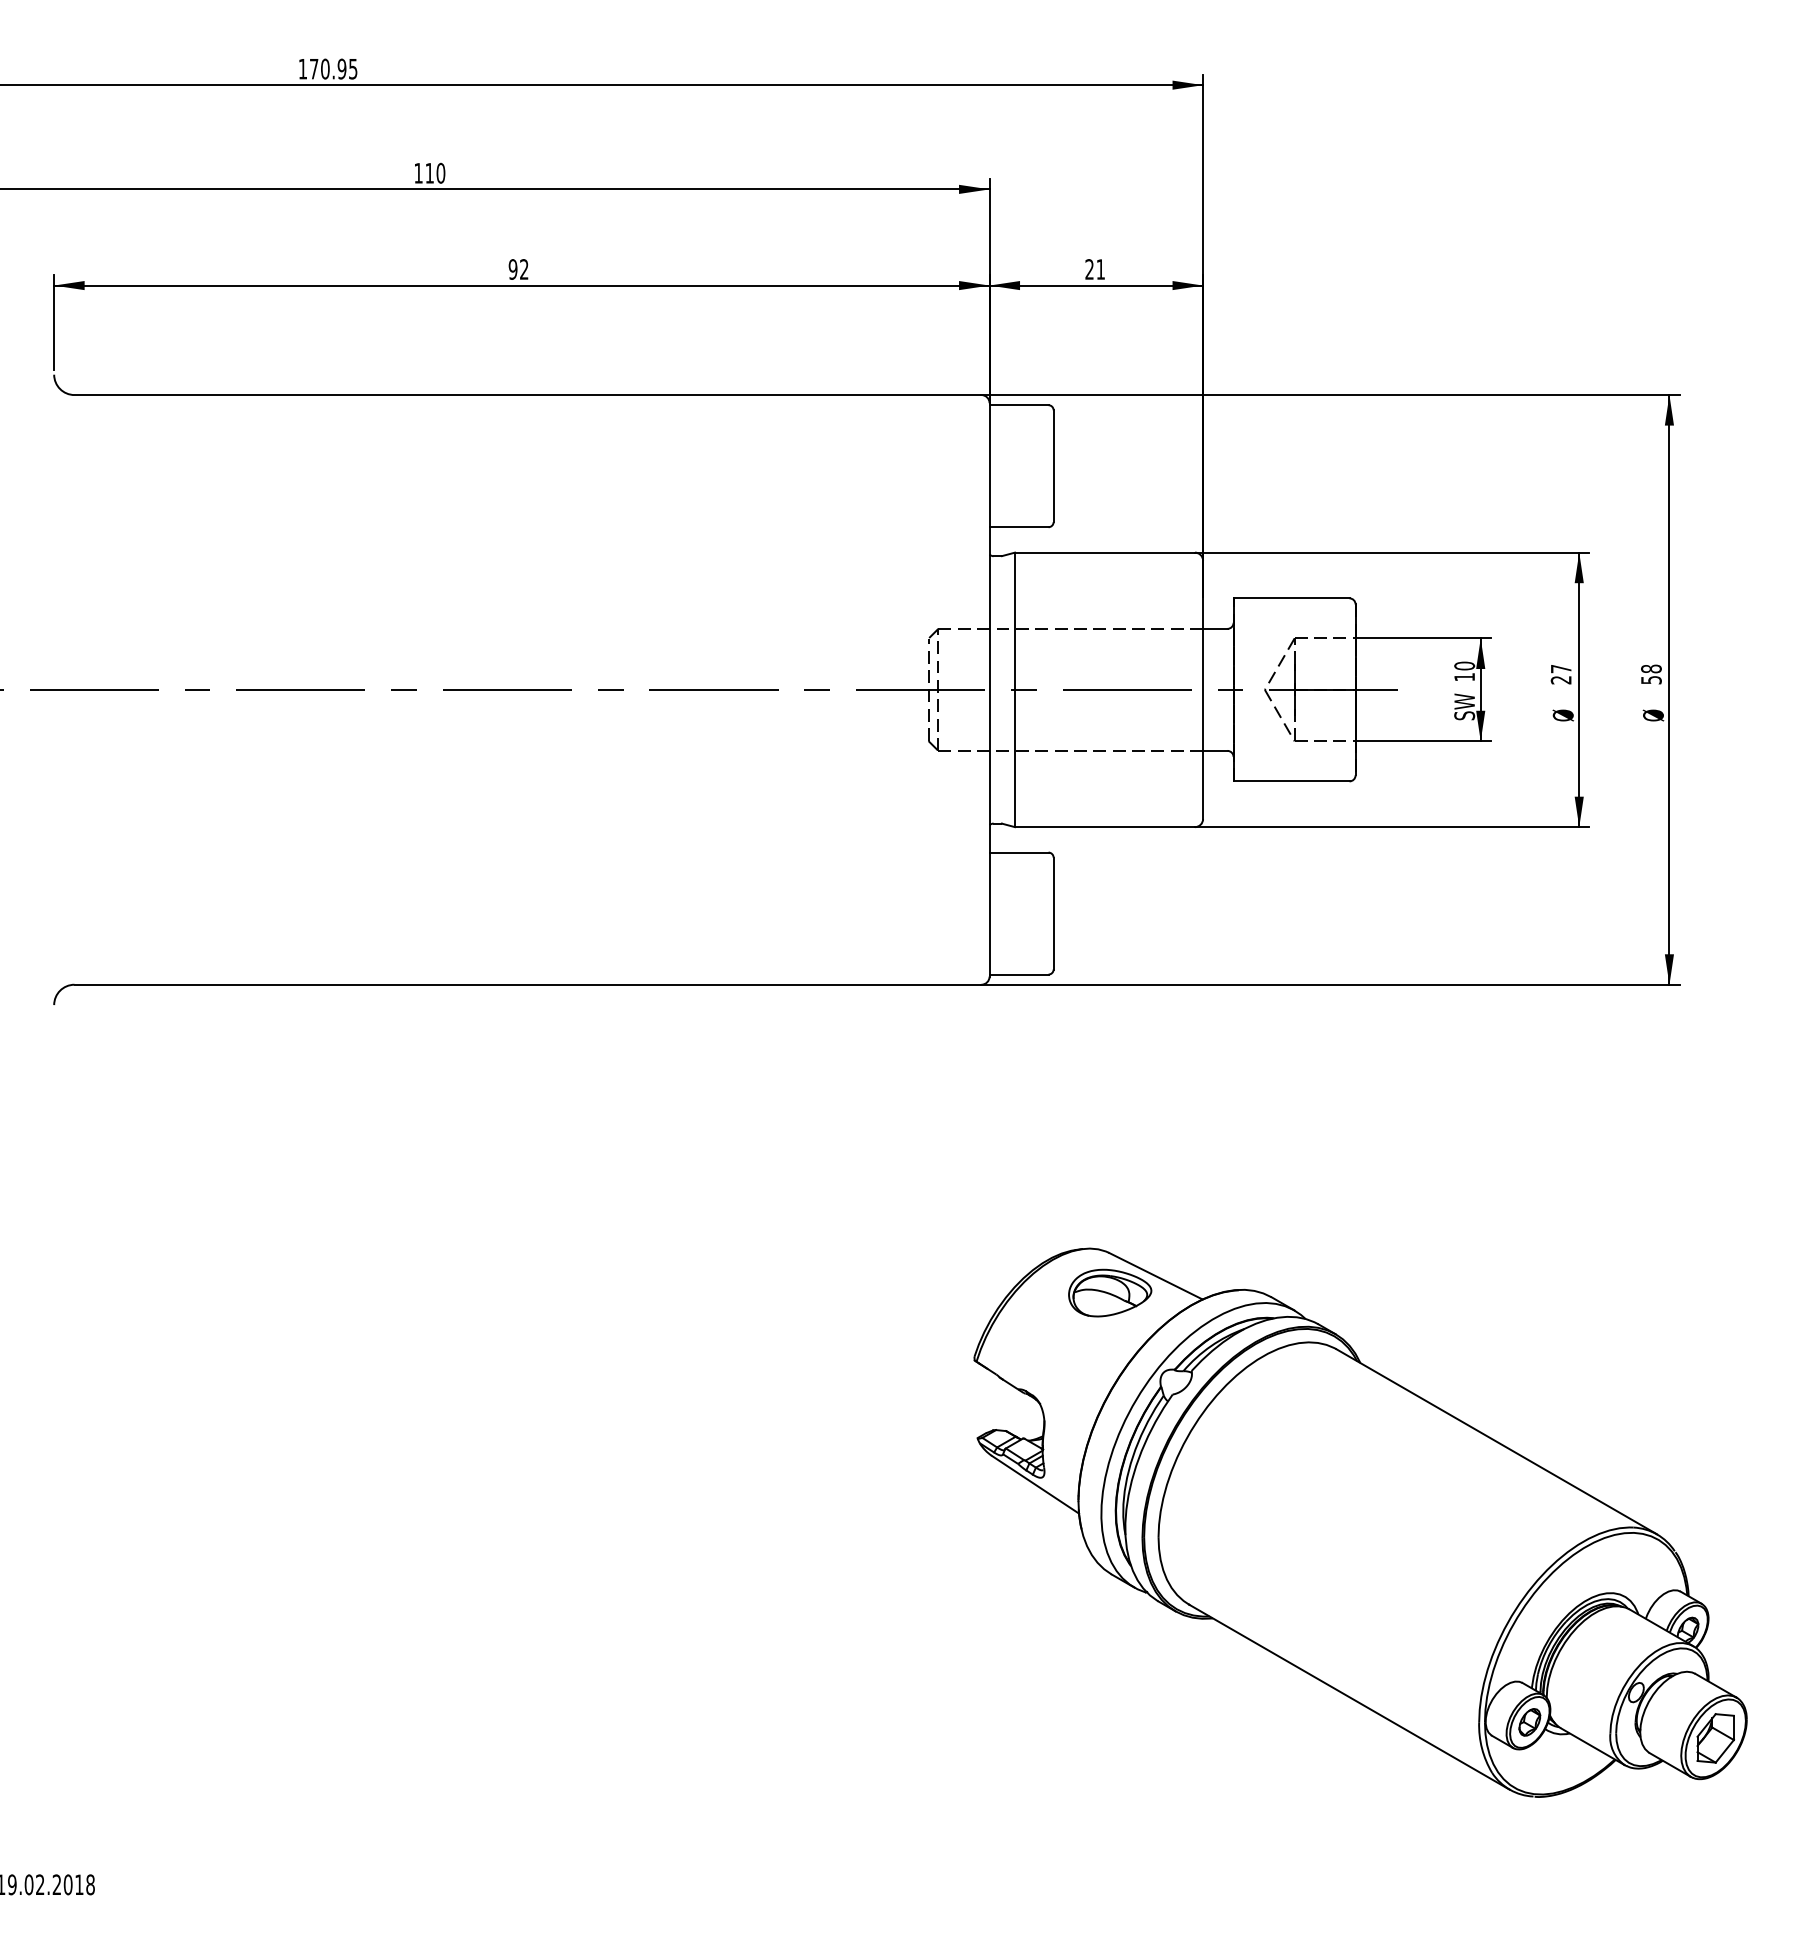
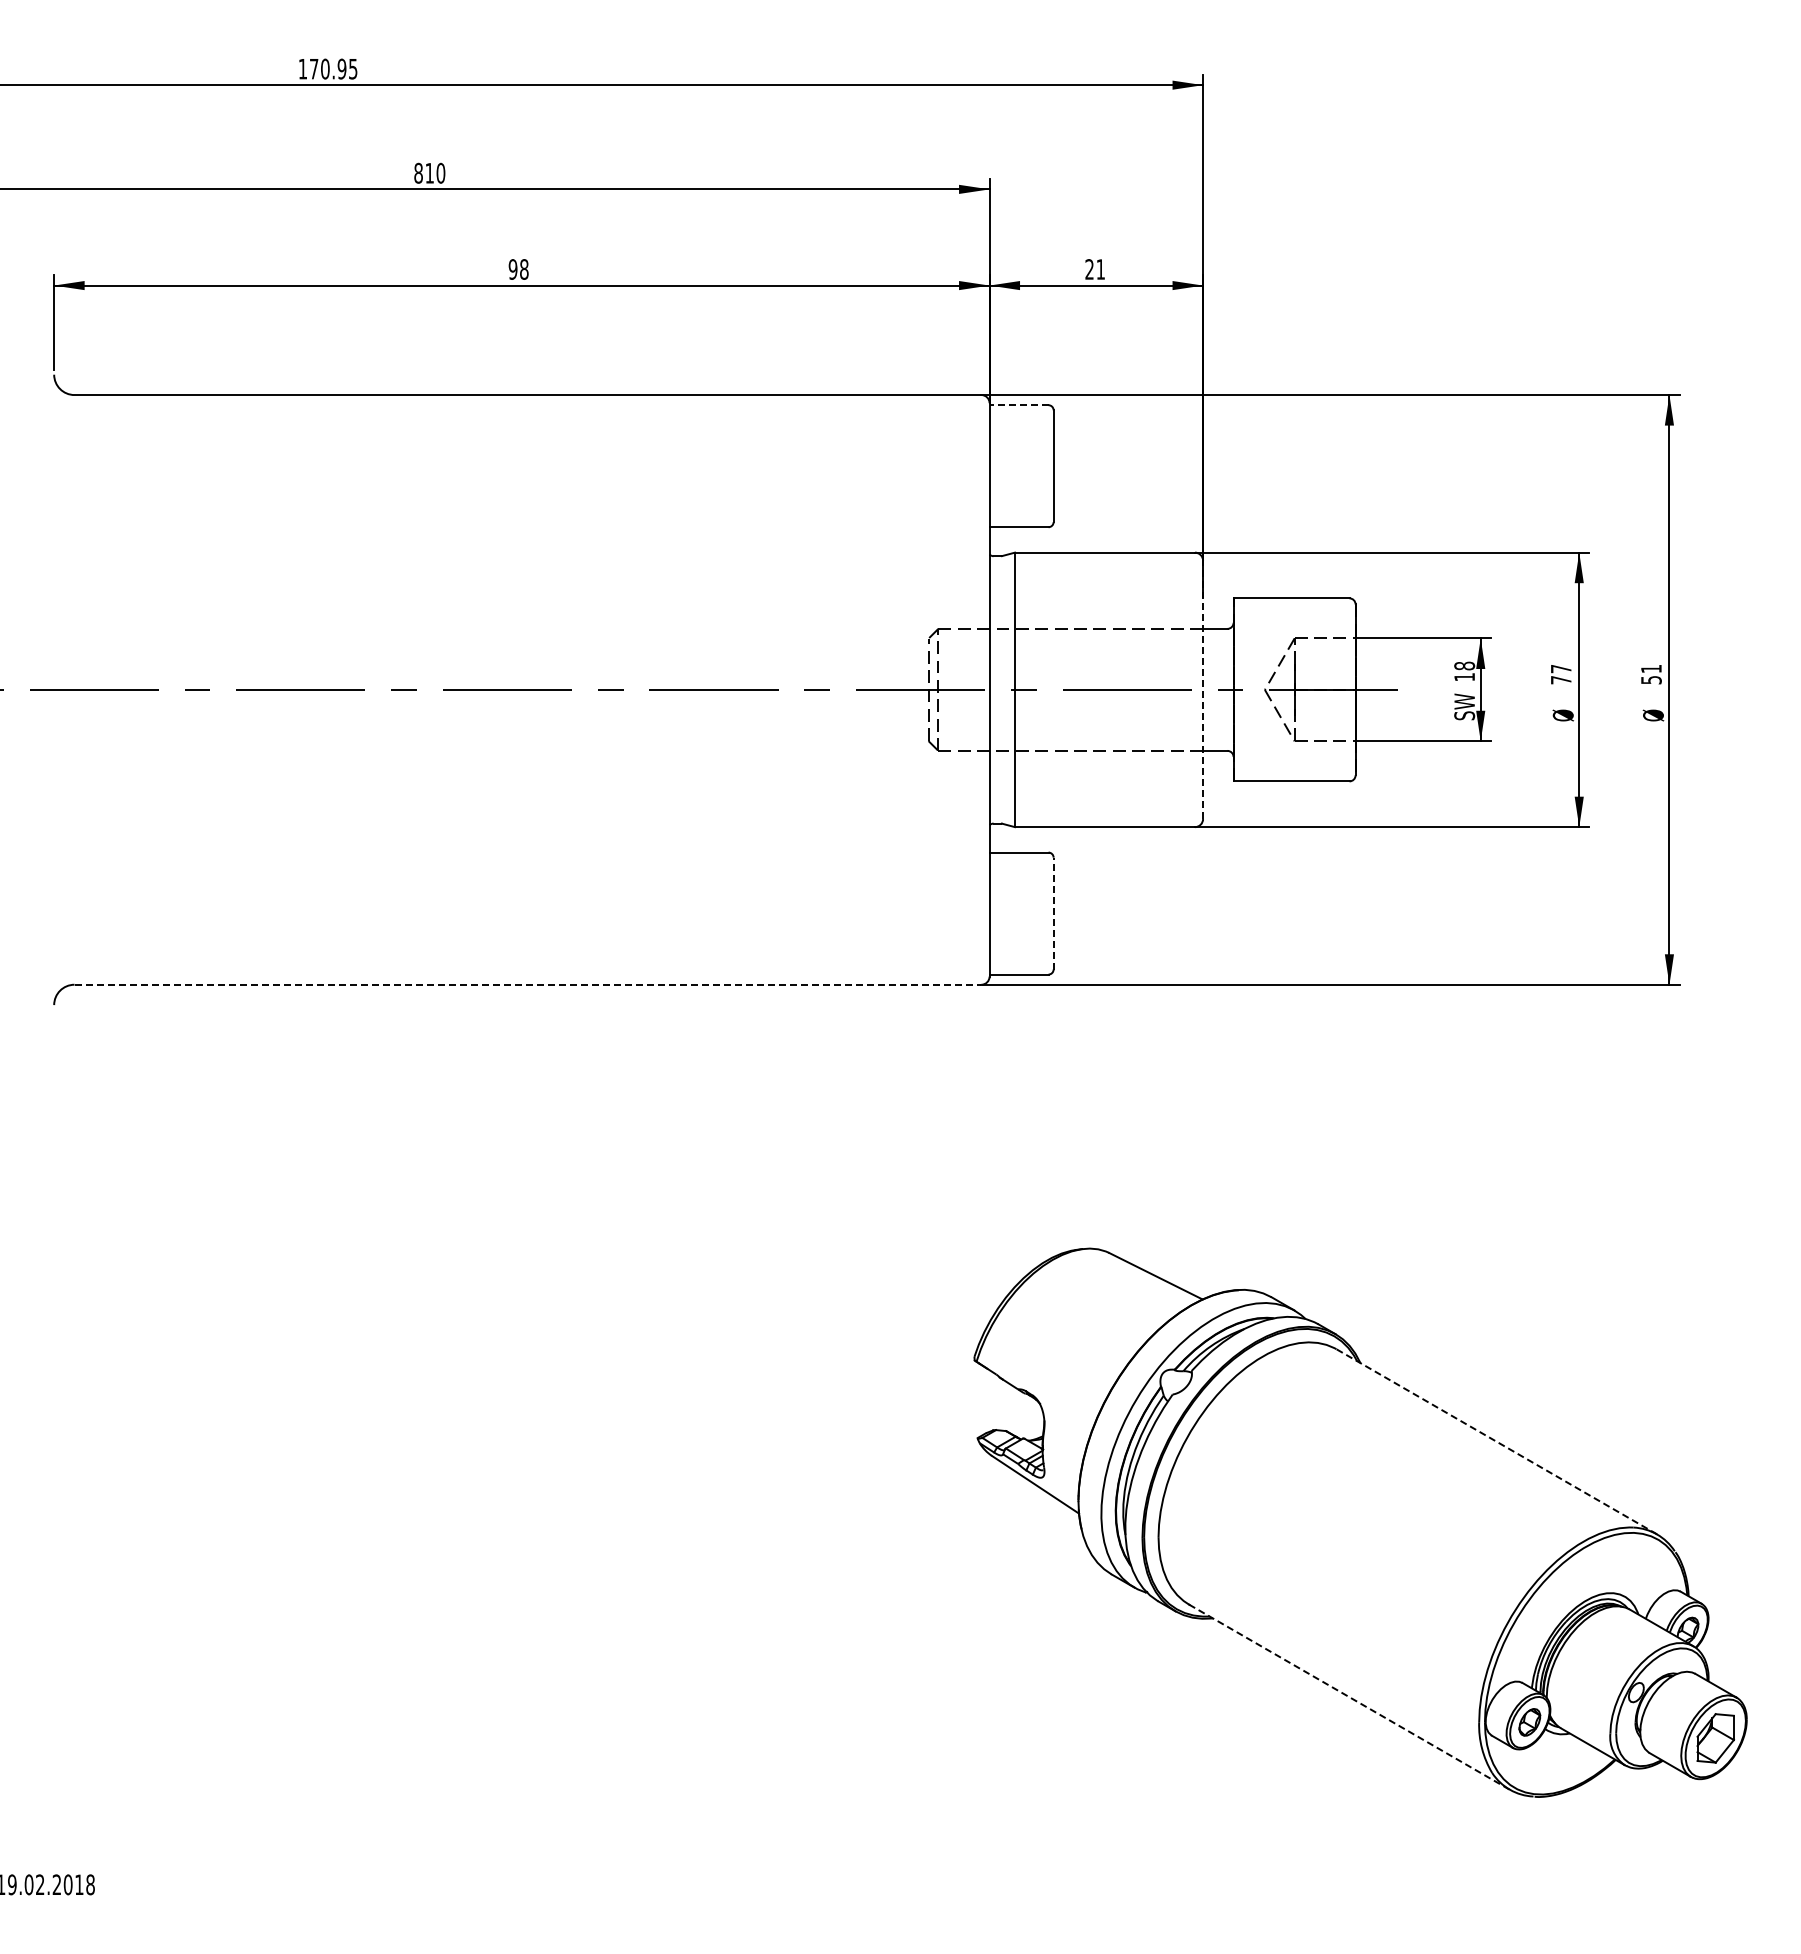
text at (418, 172): 110 -> 810
text at (524, 269): 92 -> 98
line at (1018, 405): solid -> dashed
text at (1464, 665): 10 -> 18
text at (1651, 668): 58 -> 51
text at (1560, 680): 27 -> 77
line at (1203, 689): solid -> dashed
line at (1053, 913): solid -> dashed
line at (528, 984): solid -> dashed
part at (1110, 1292): present -> none
line at (1496, 1441): solid -> dashed
line at (1349, 1697): solid -> dashed
